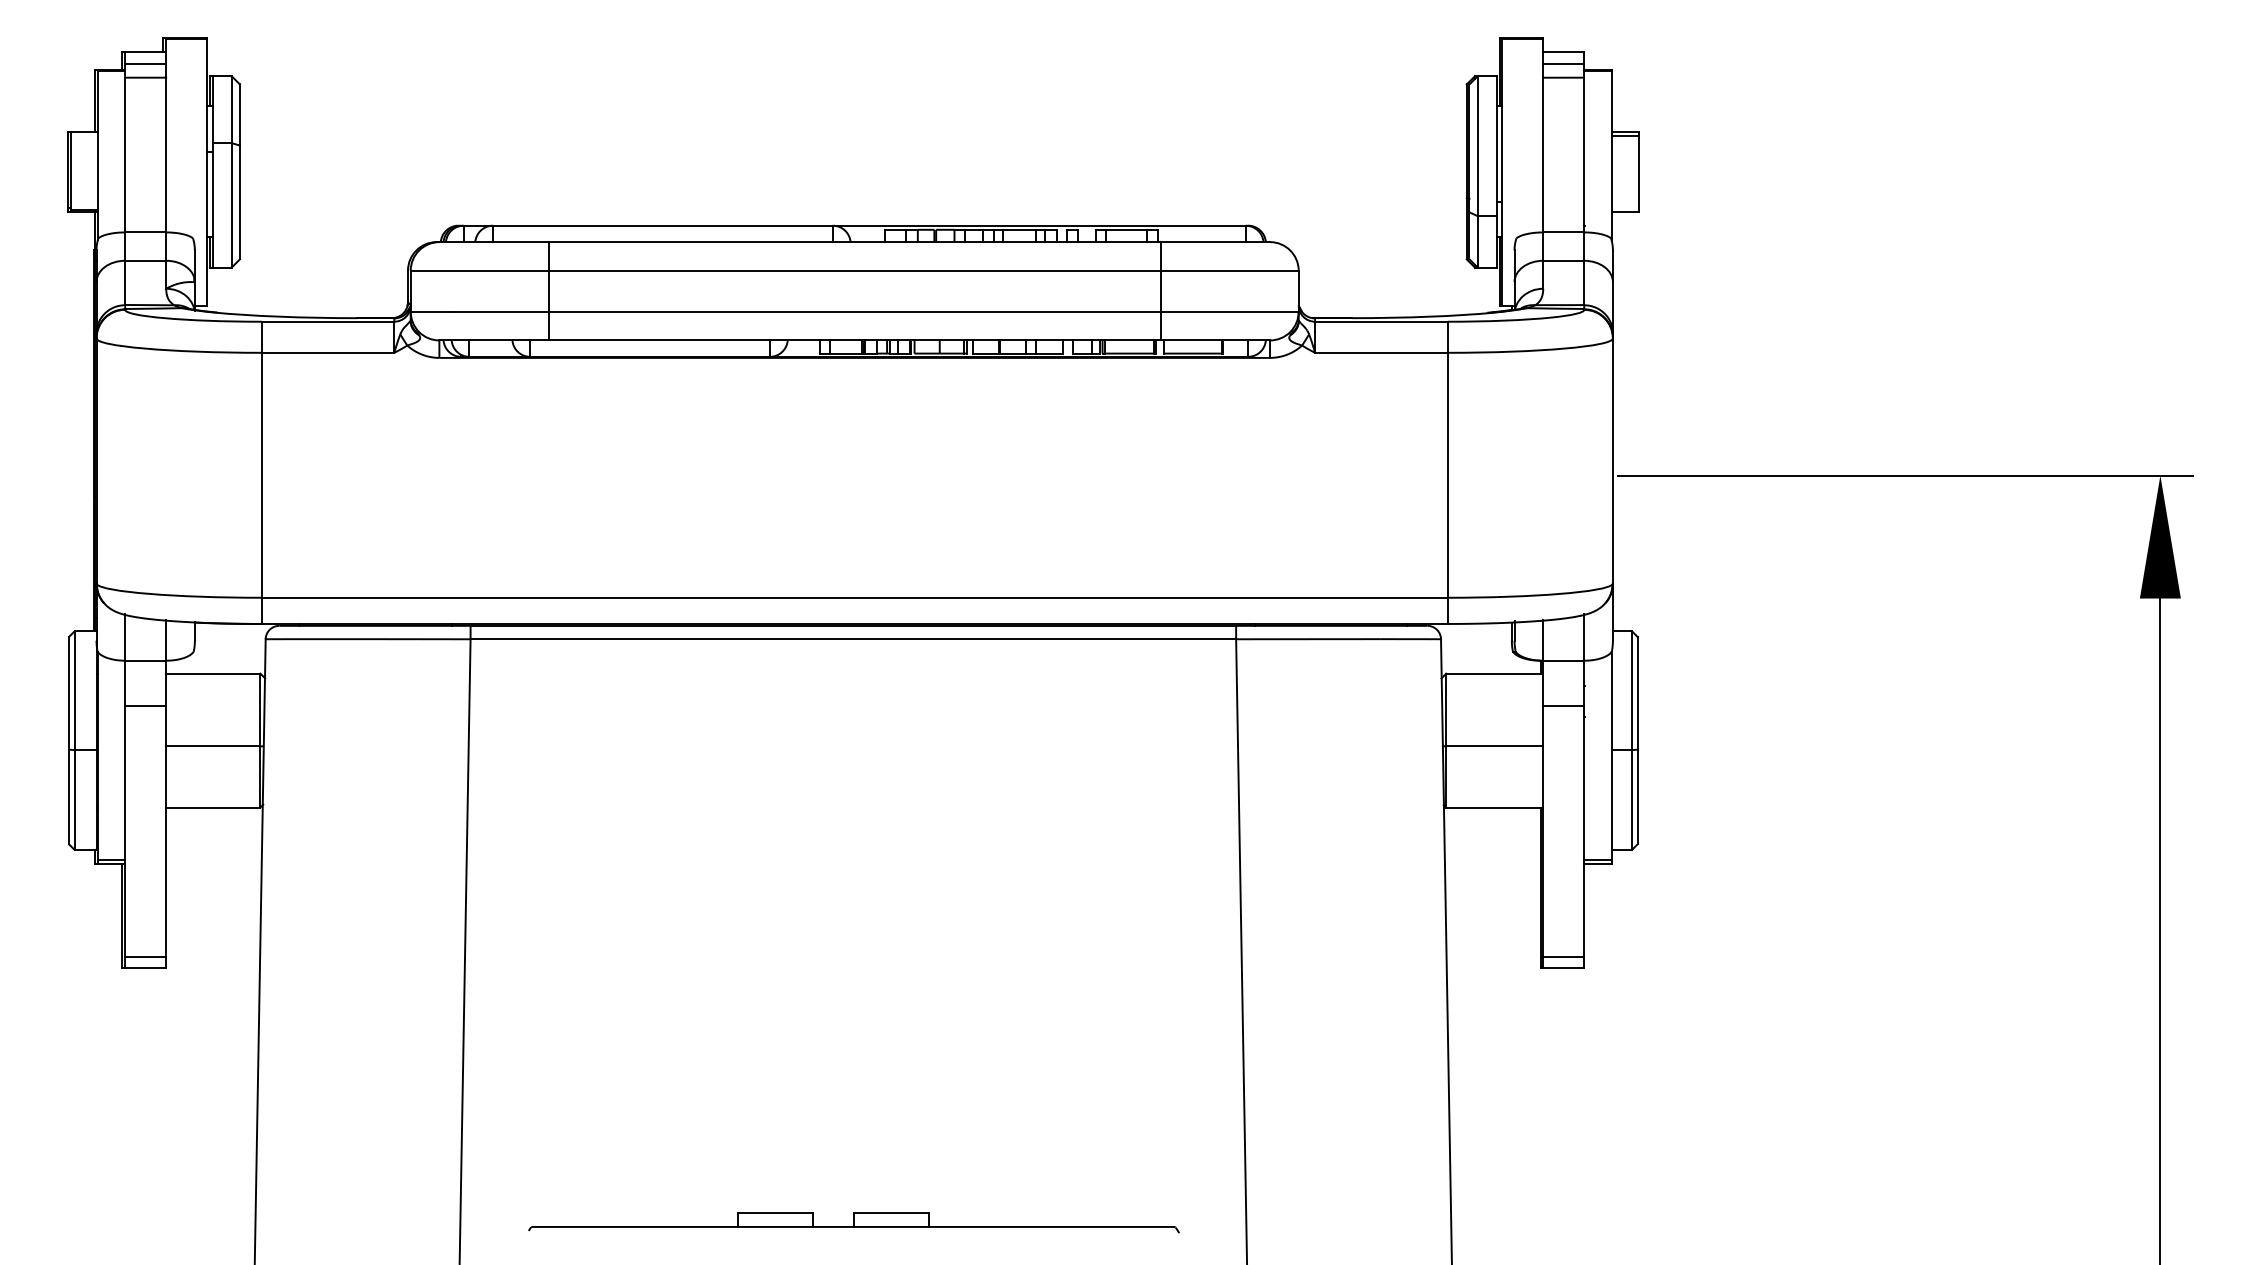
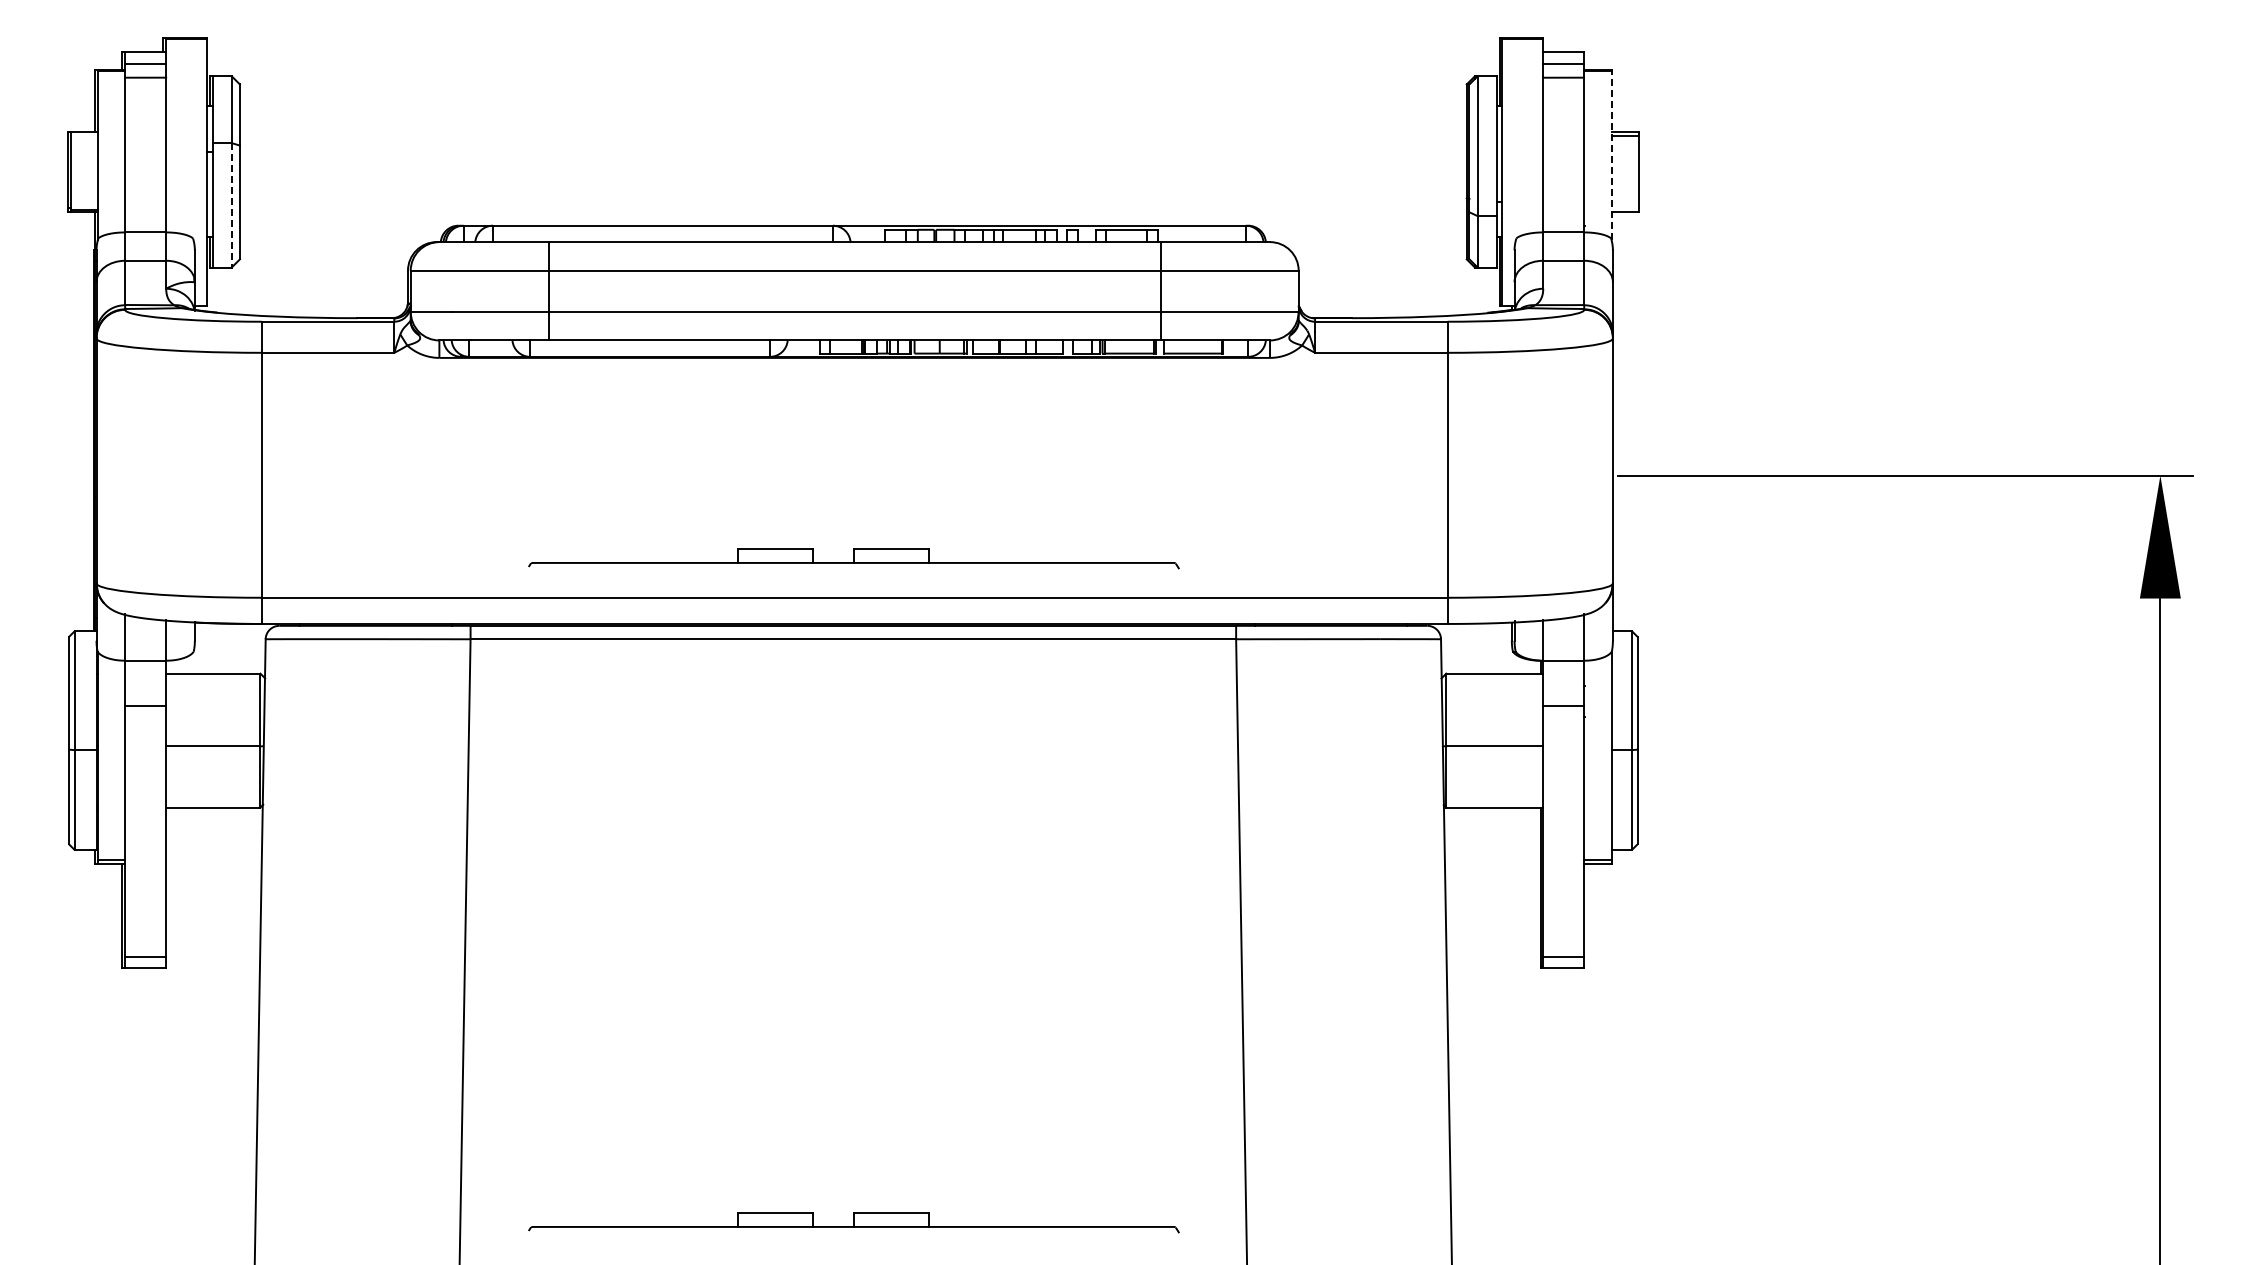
line at (1611, 155): solid -> dashed
line at (231, 205): solid -> dashed
part at (853, 558): none -> present
